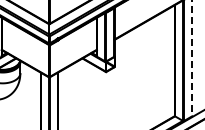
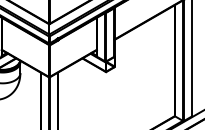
line at (192, 58): dashed -> solid
